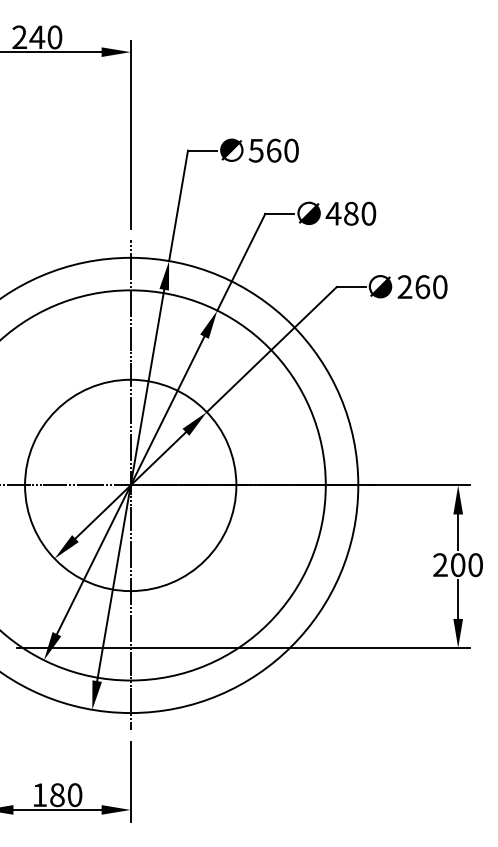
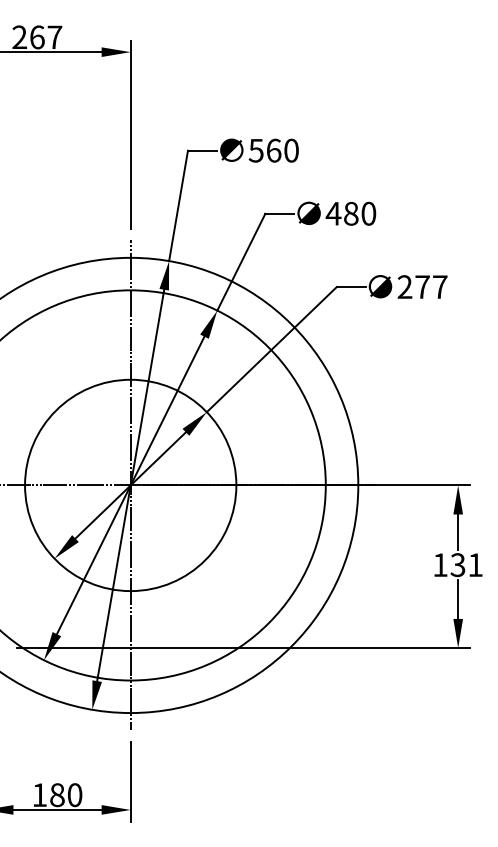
text at (45, 37): 240 -> 267
text at (431, 287): 260 -> 277
text at (457, 565): 200 -> 131
